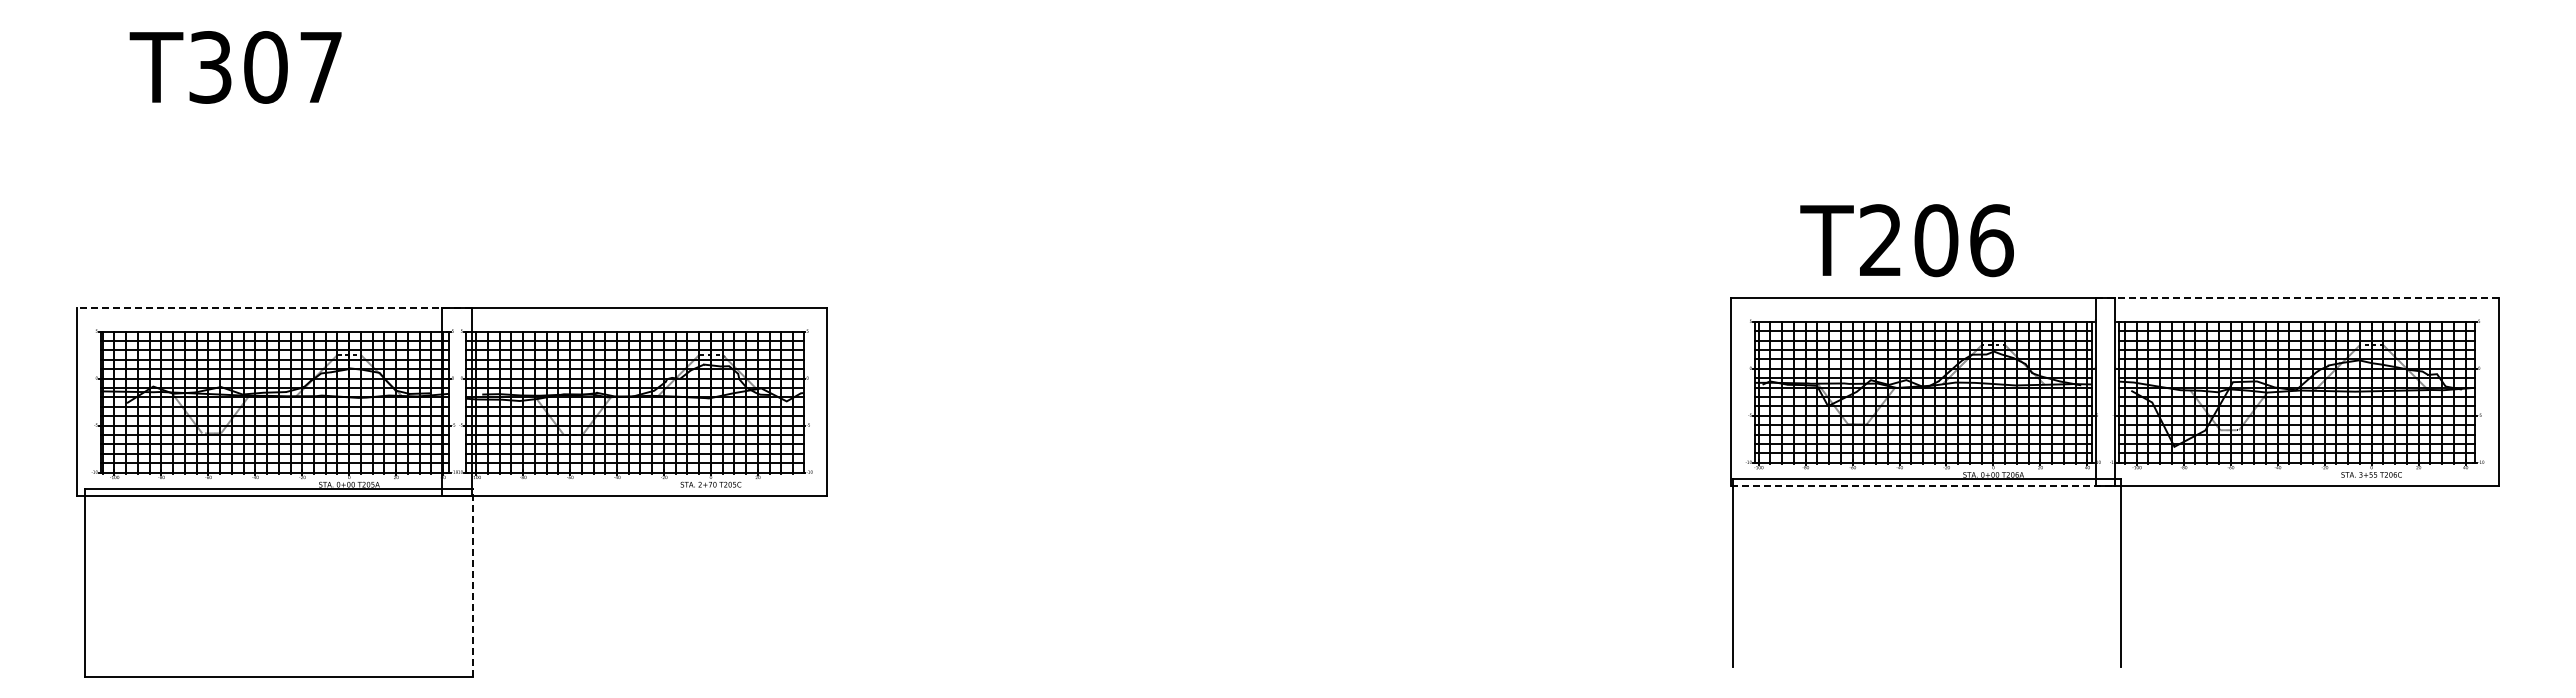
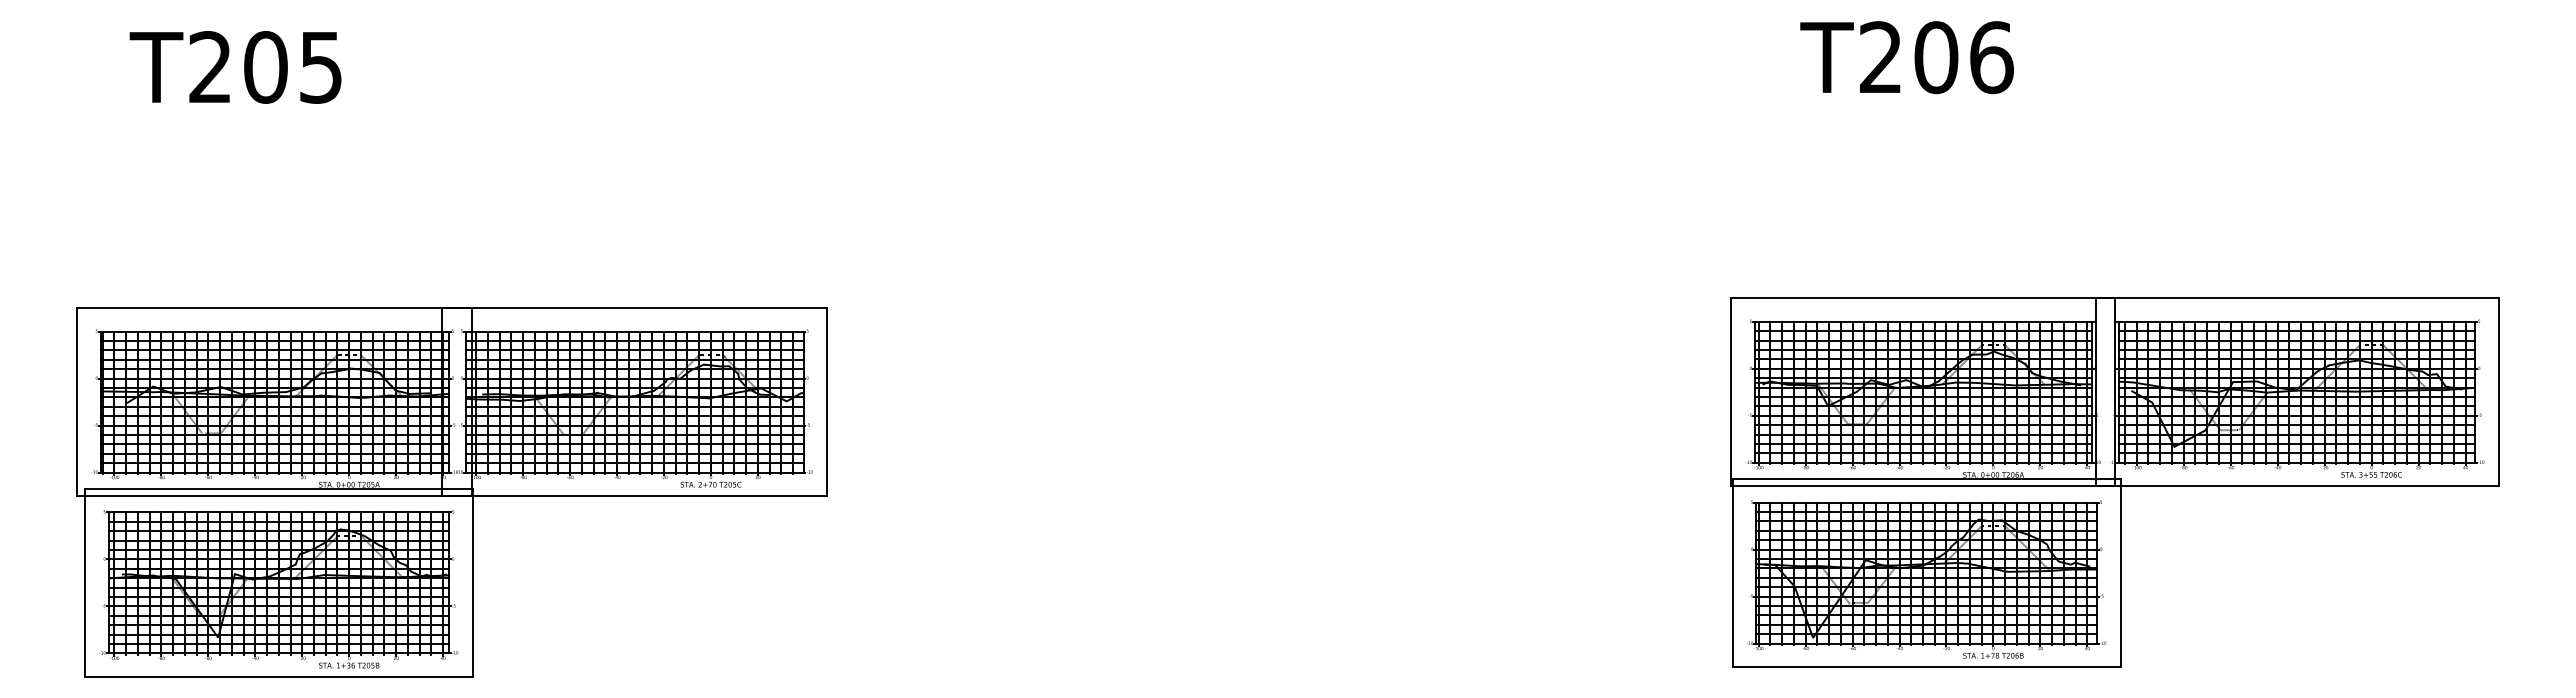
text at (265, 67): T307 -> T205
text at (1906, 240) position: (1906, 240) -> (1906, 57)
line at (2297, 298): dashed -> solid
line at (274, 308): dashed -> solid
line at (1923, 486): dashed -> solid
part at (1926, 579): none -> present
line at (472, 582): dashed -> solid
part at (278, 589): none -> present
line at (1926, 667): none -> present
